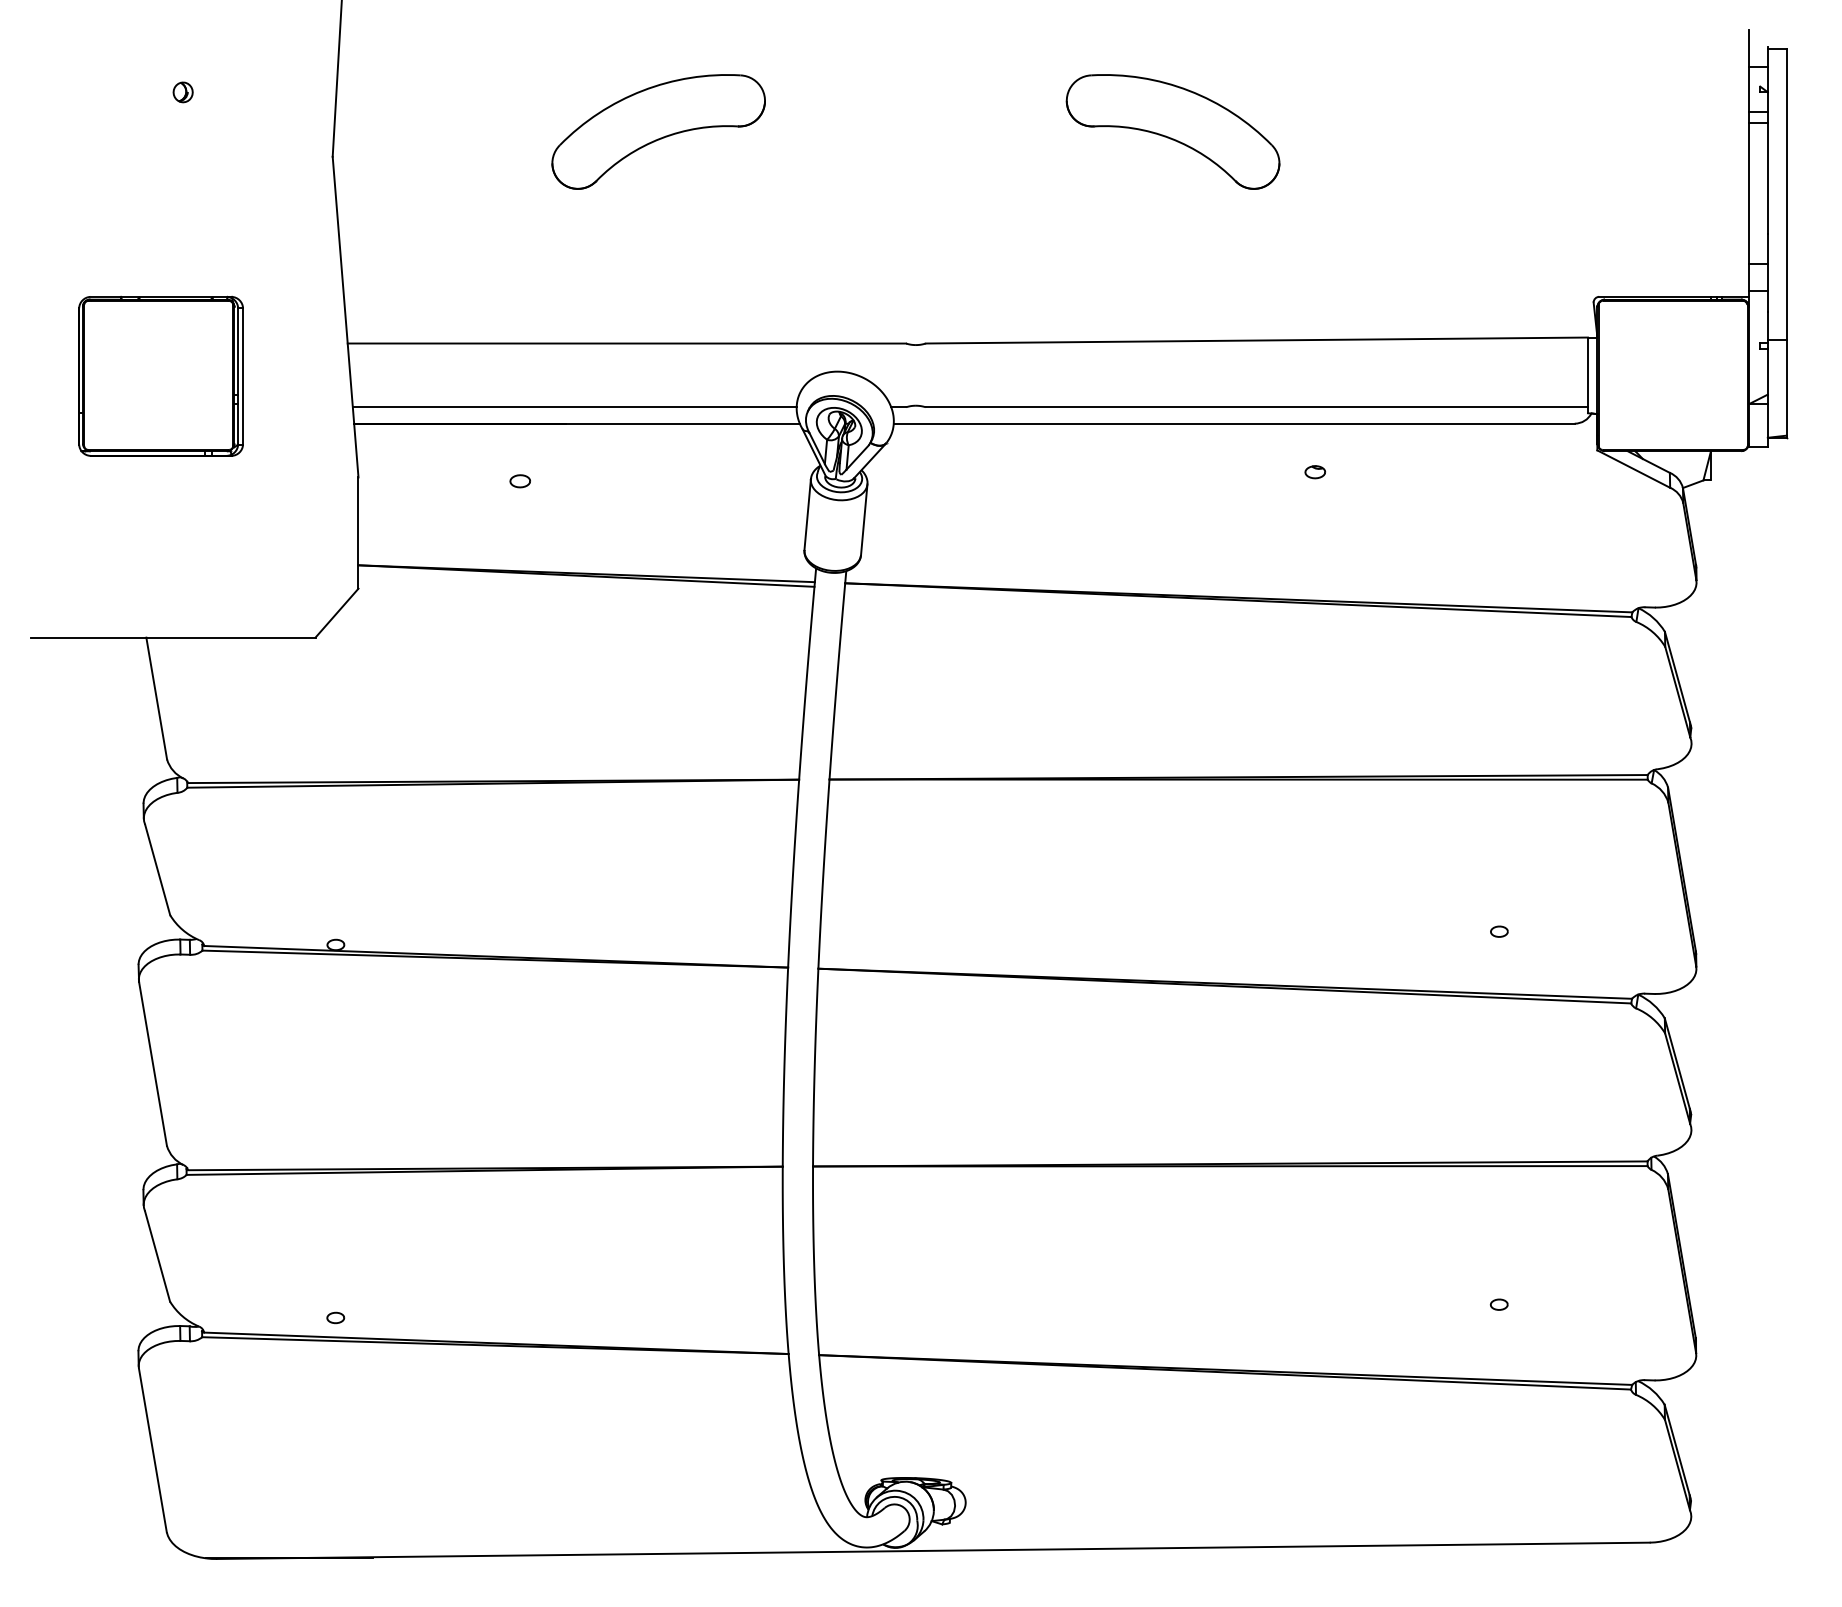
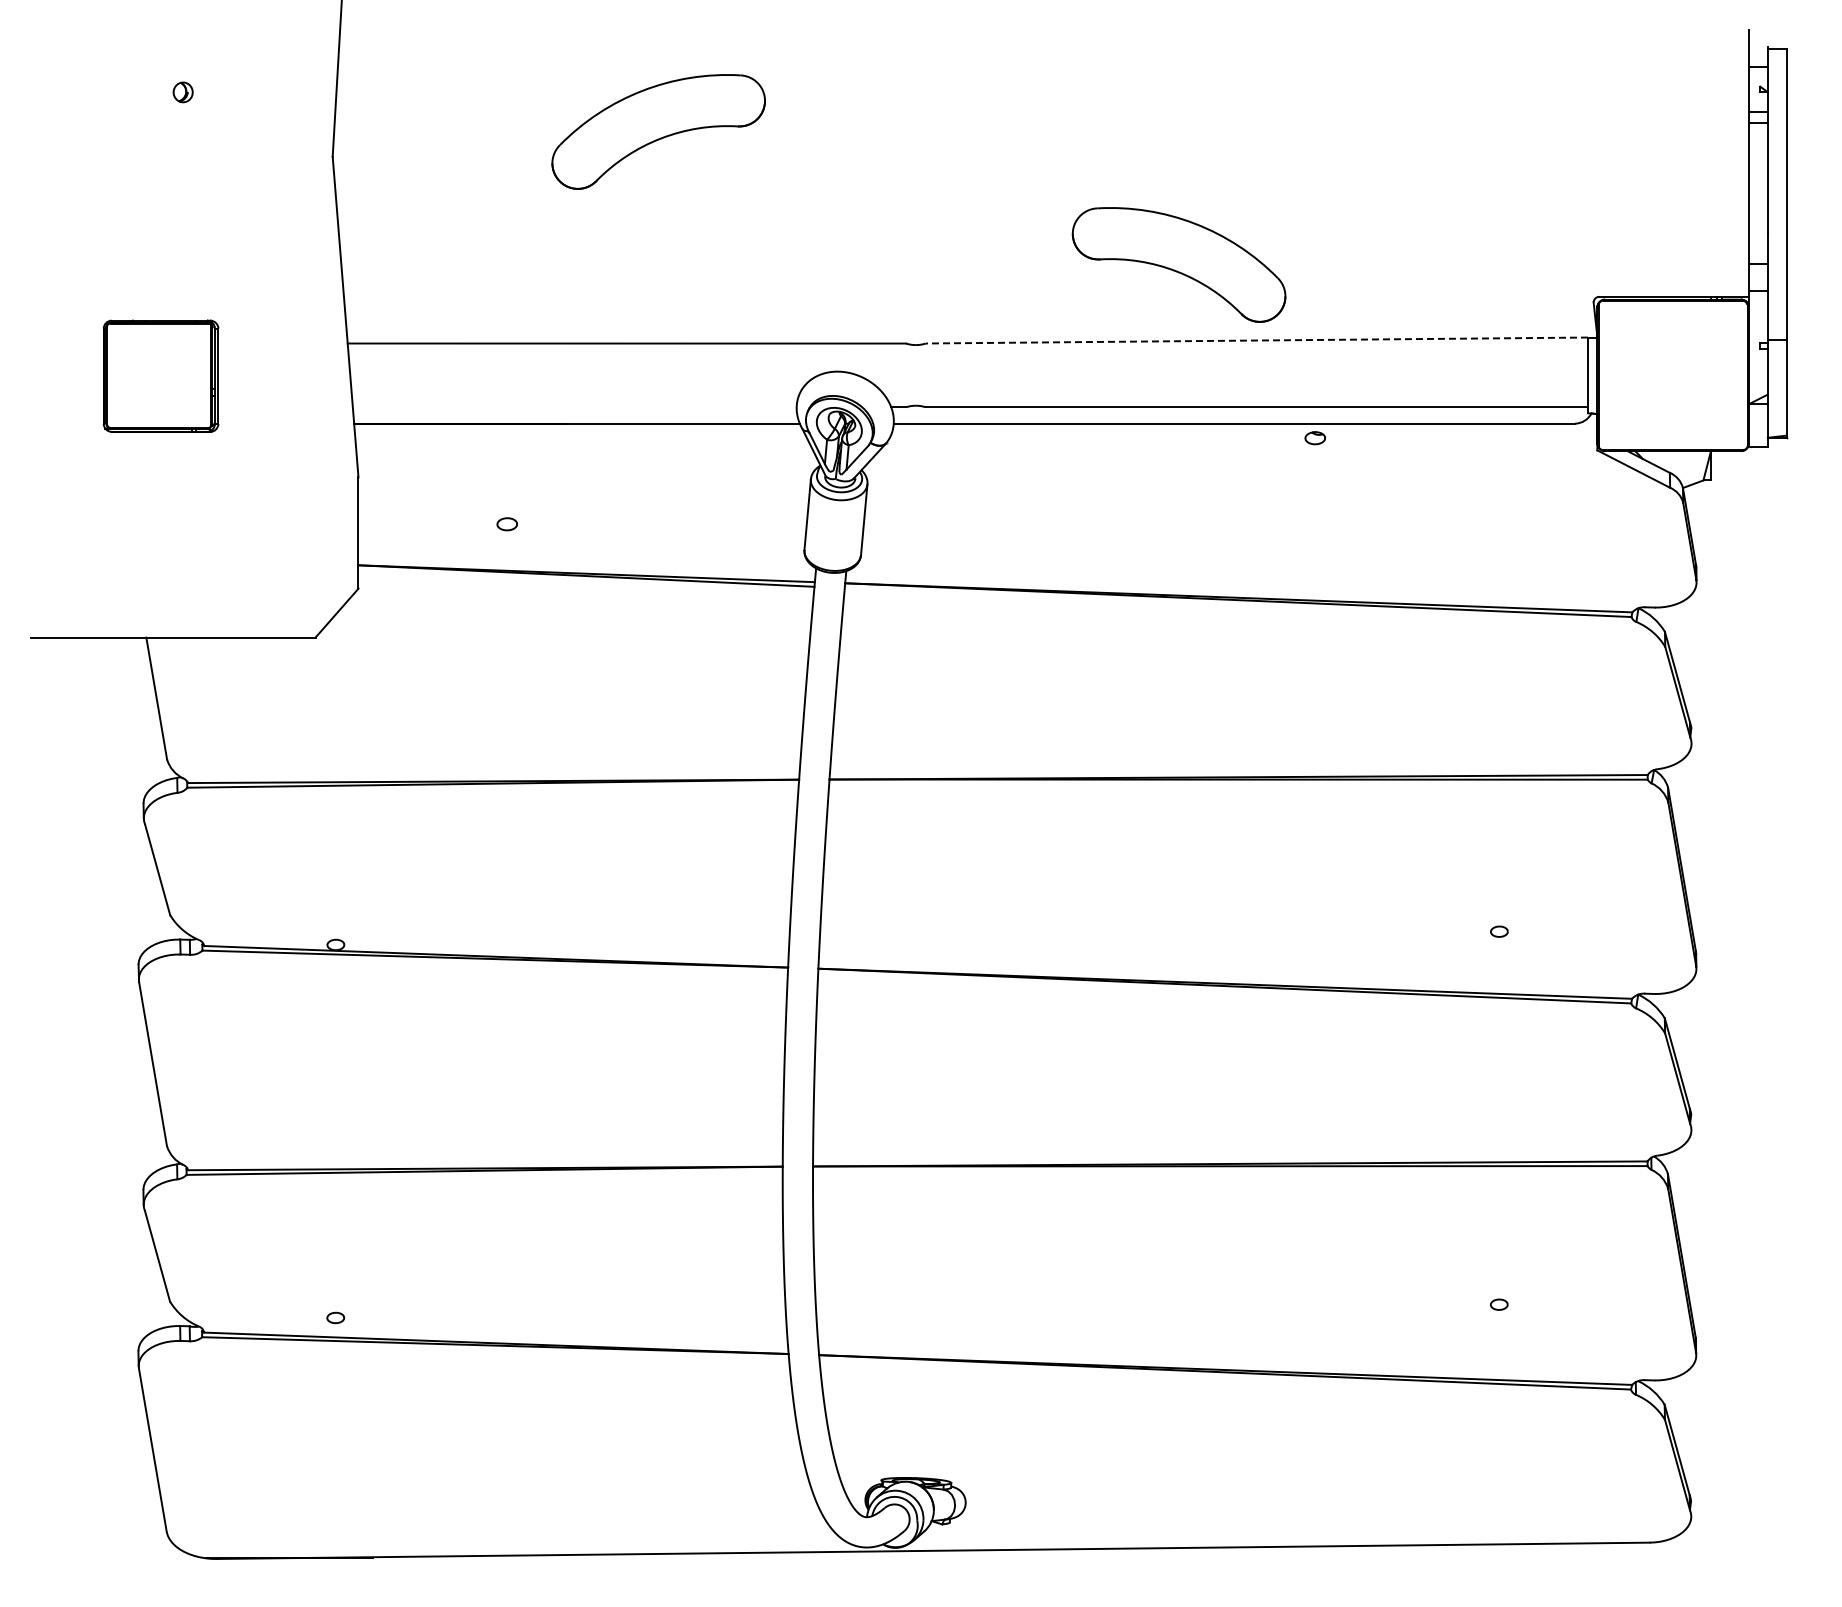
part at (1172, 131) position: (1172, 131) -> (1178, 264)
line at (1256, 340): solid -> dashed
part at (160, 375) size: 166x162 px -> 118x114 px
line at (574, 407): present -> none
part at (1314, 472) position: (1314, 472) -> (1314, 438)
part at (519, 481) position: (519, 481) -> (506, 524)
